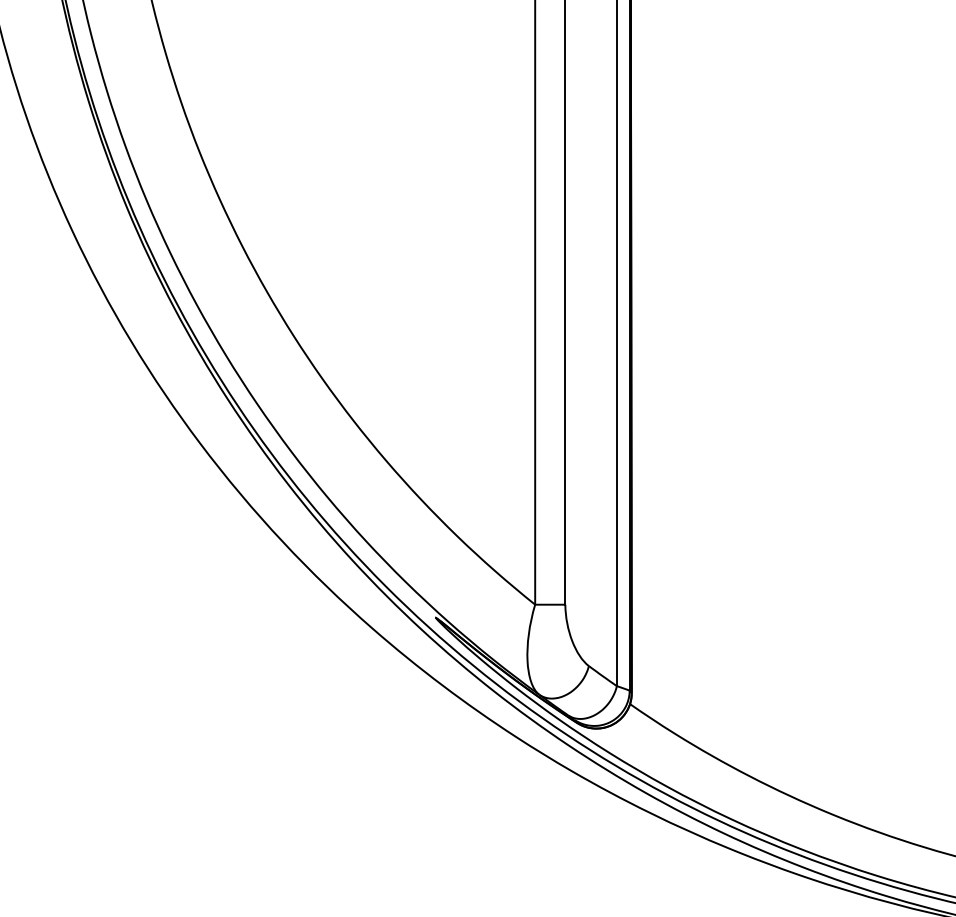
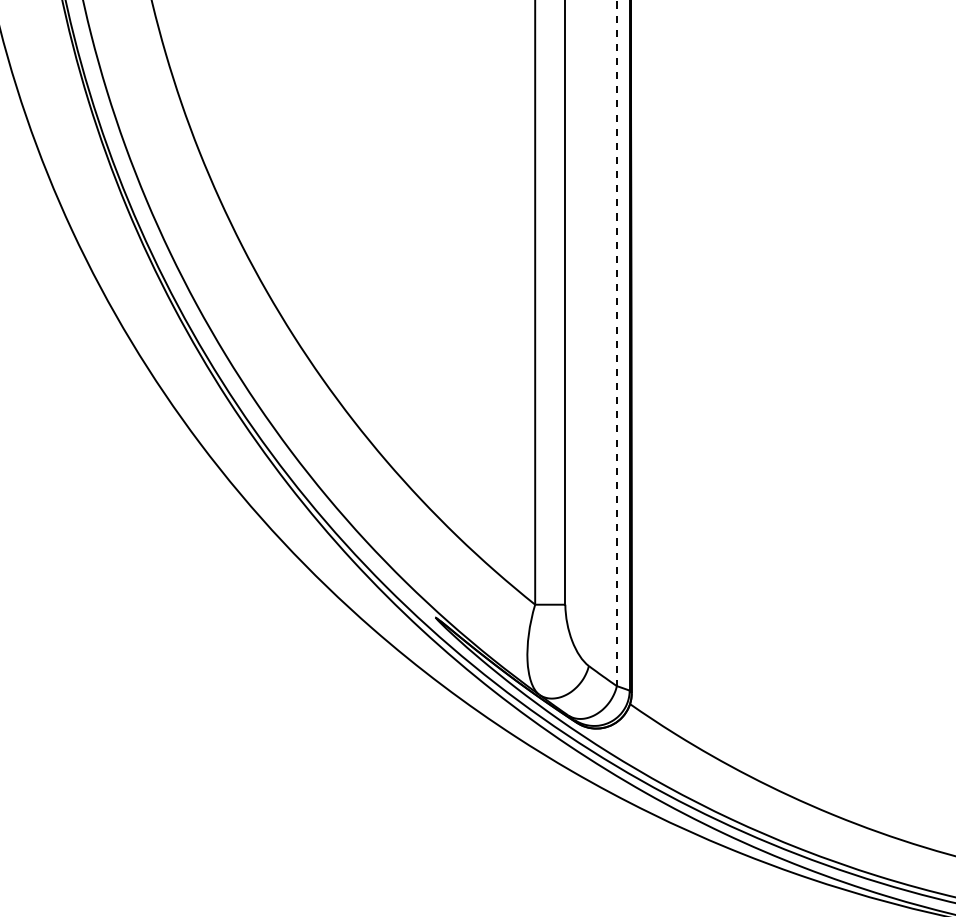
line at (616, 343): solid -> dashed
